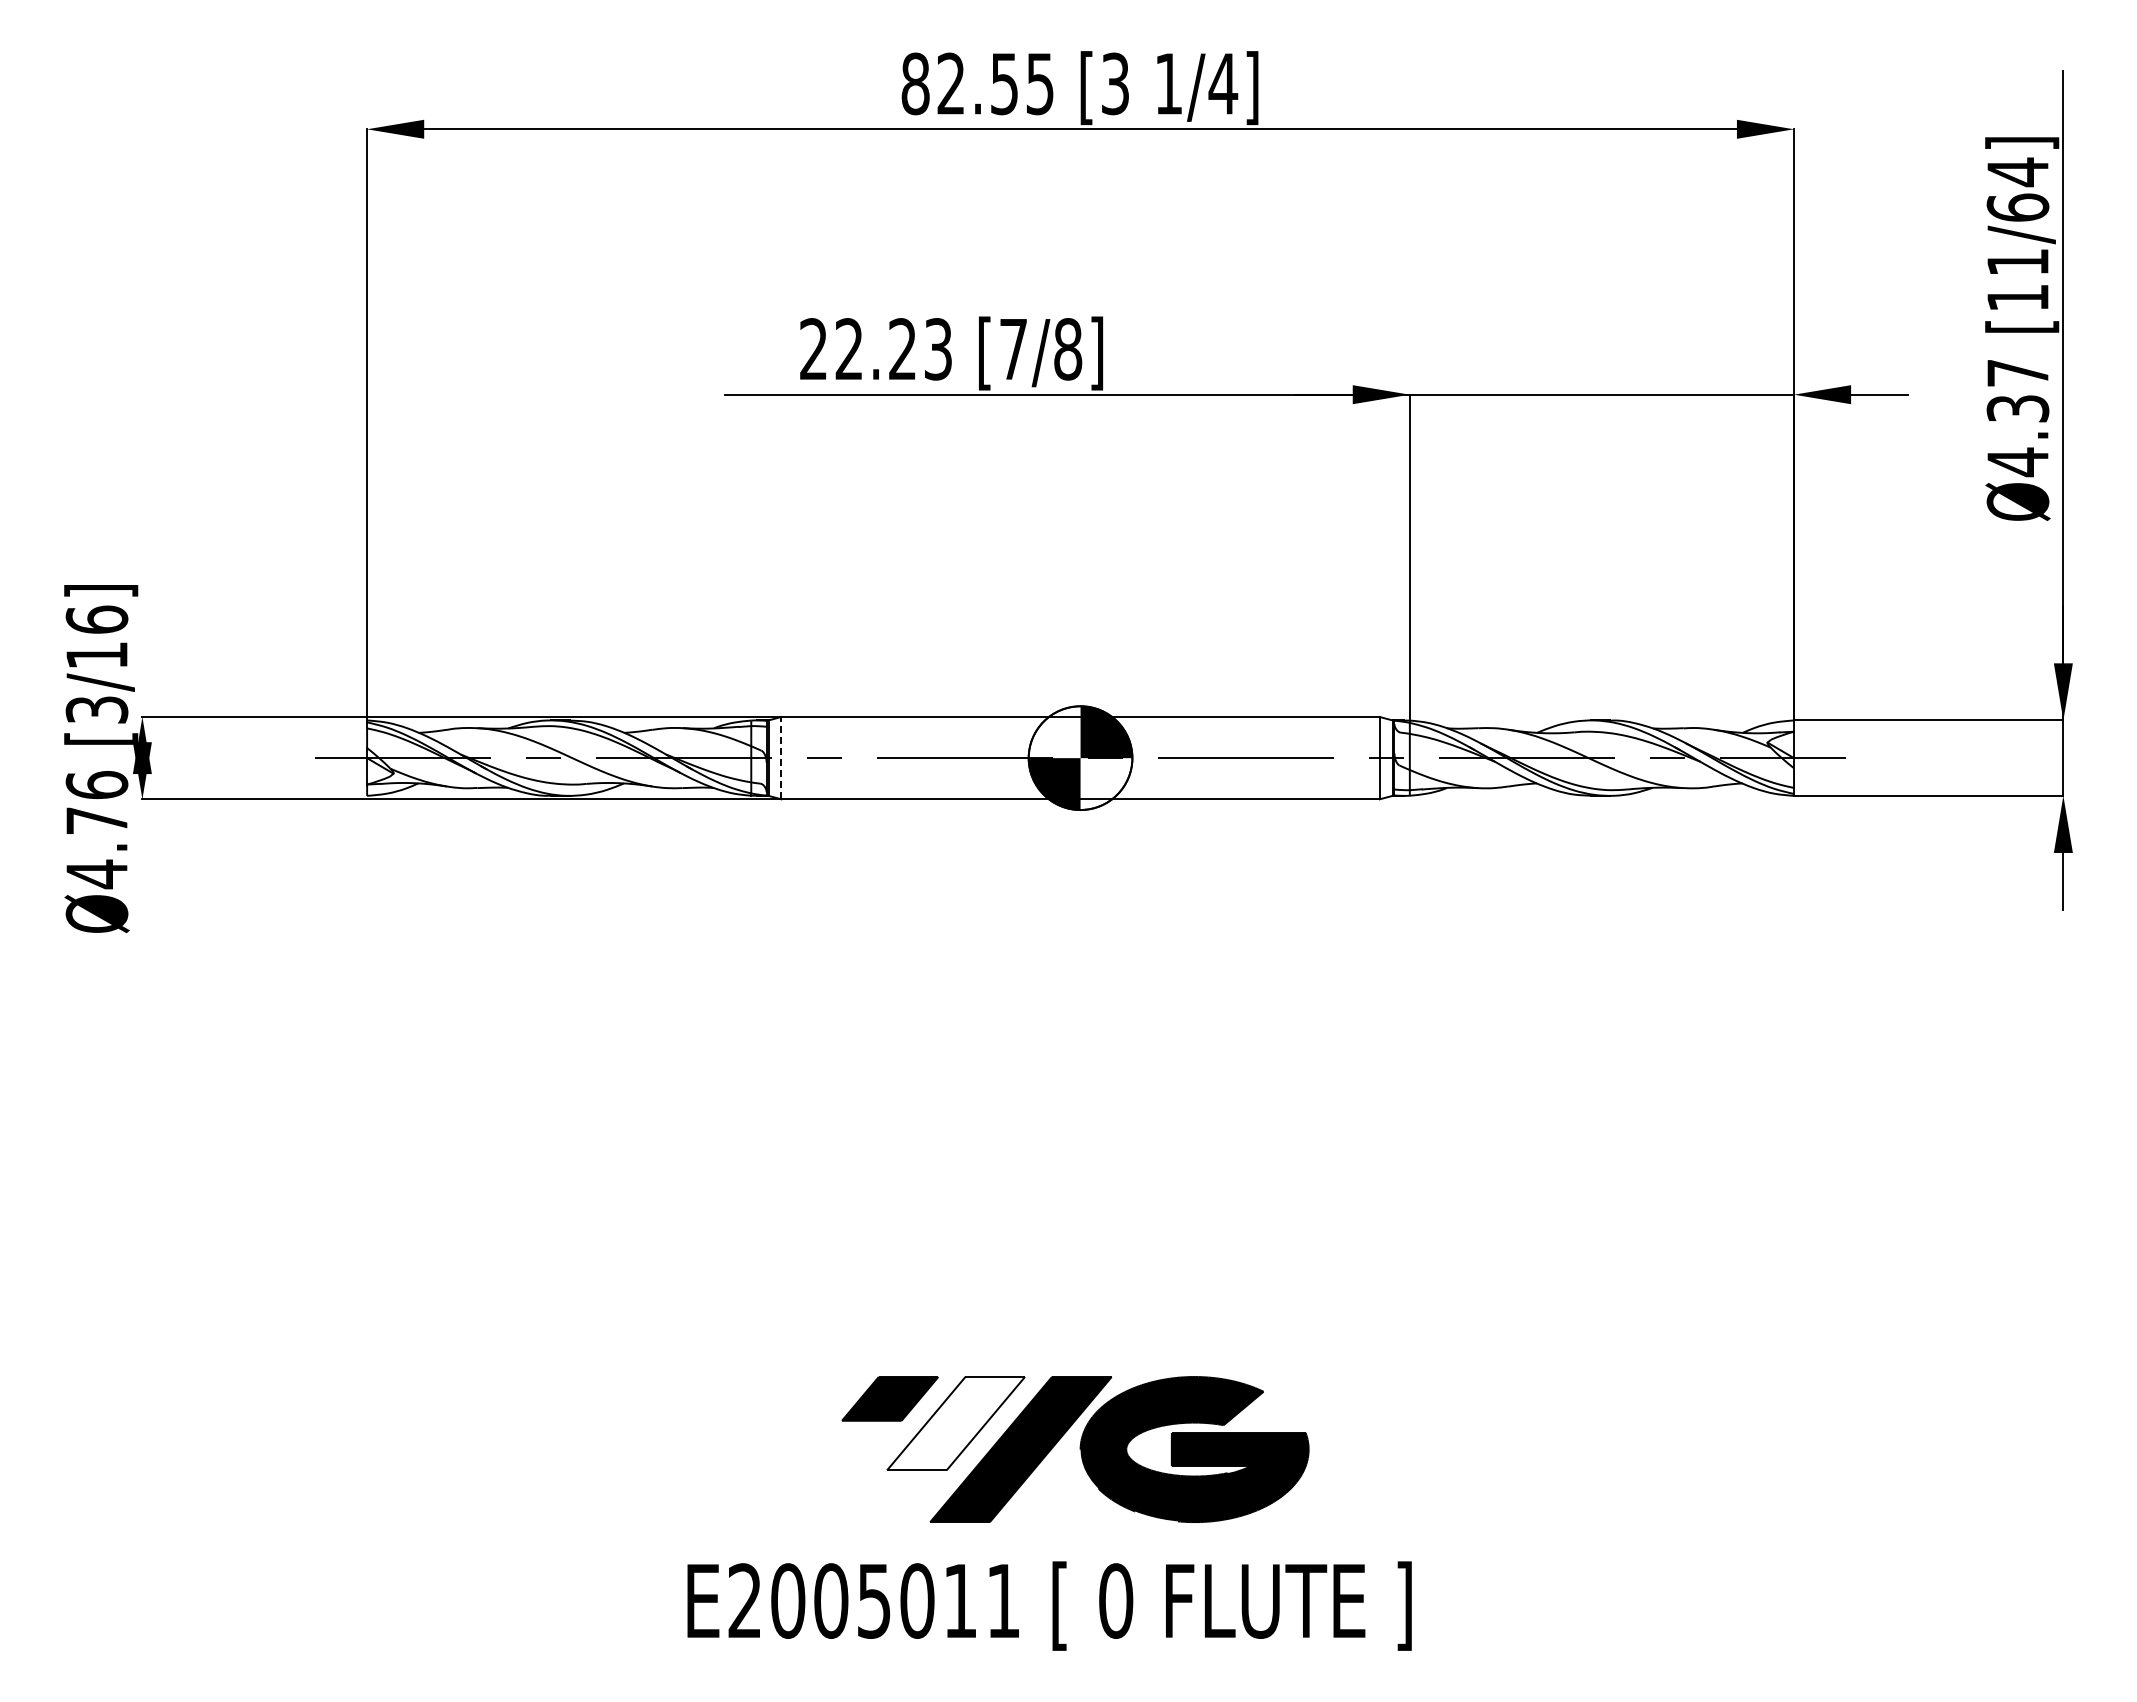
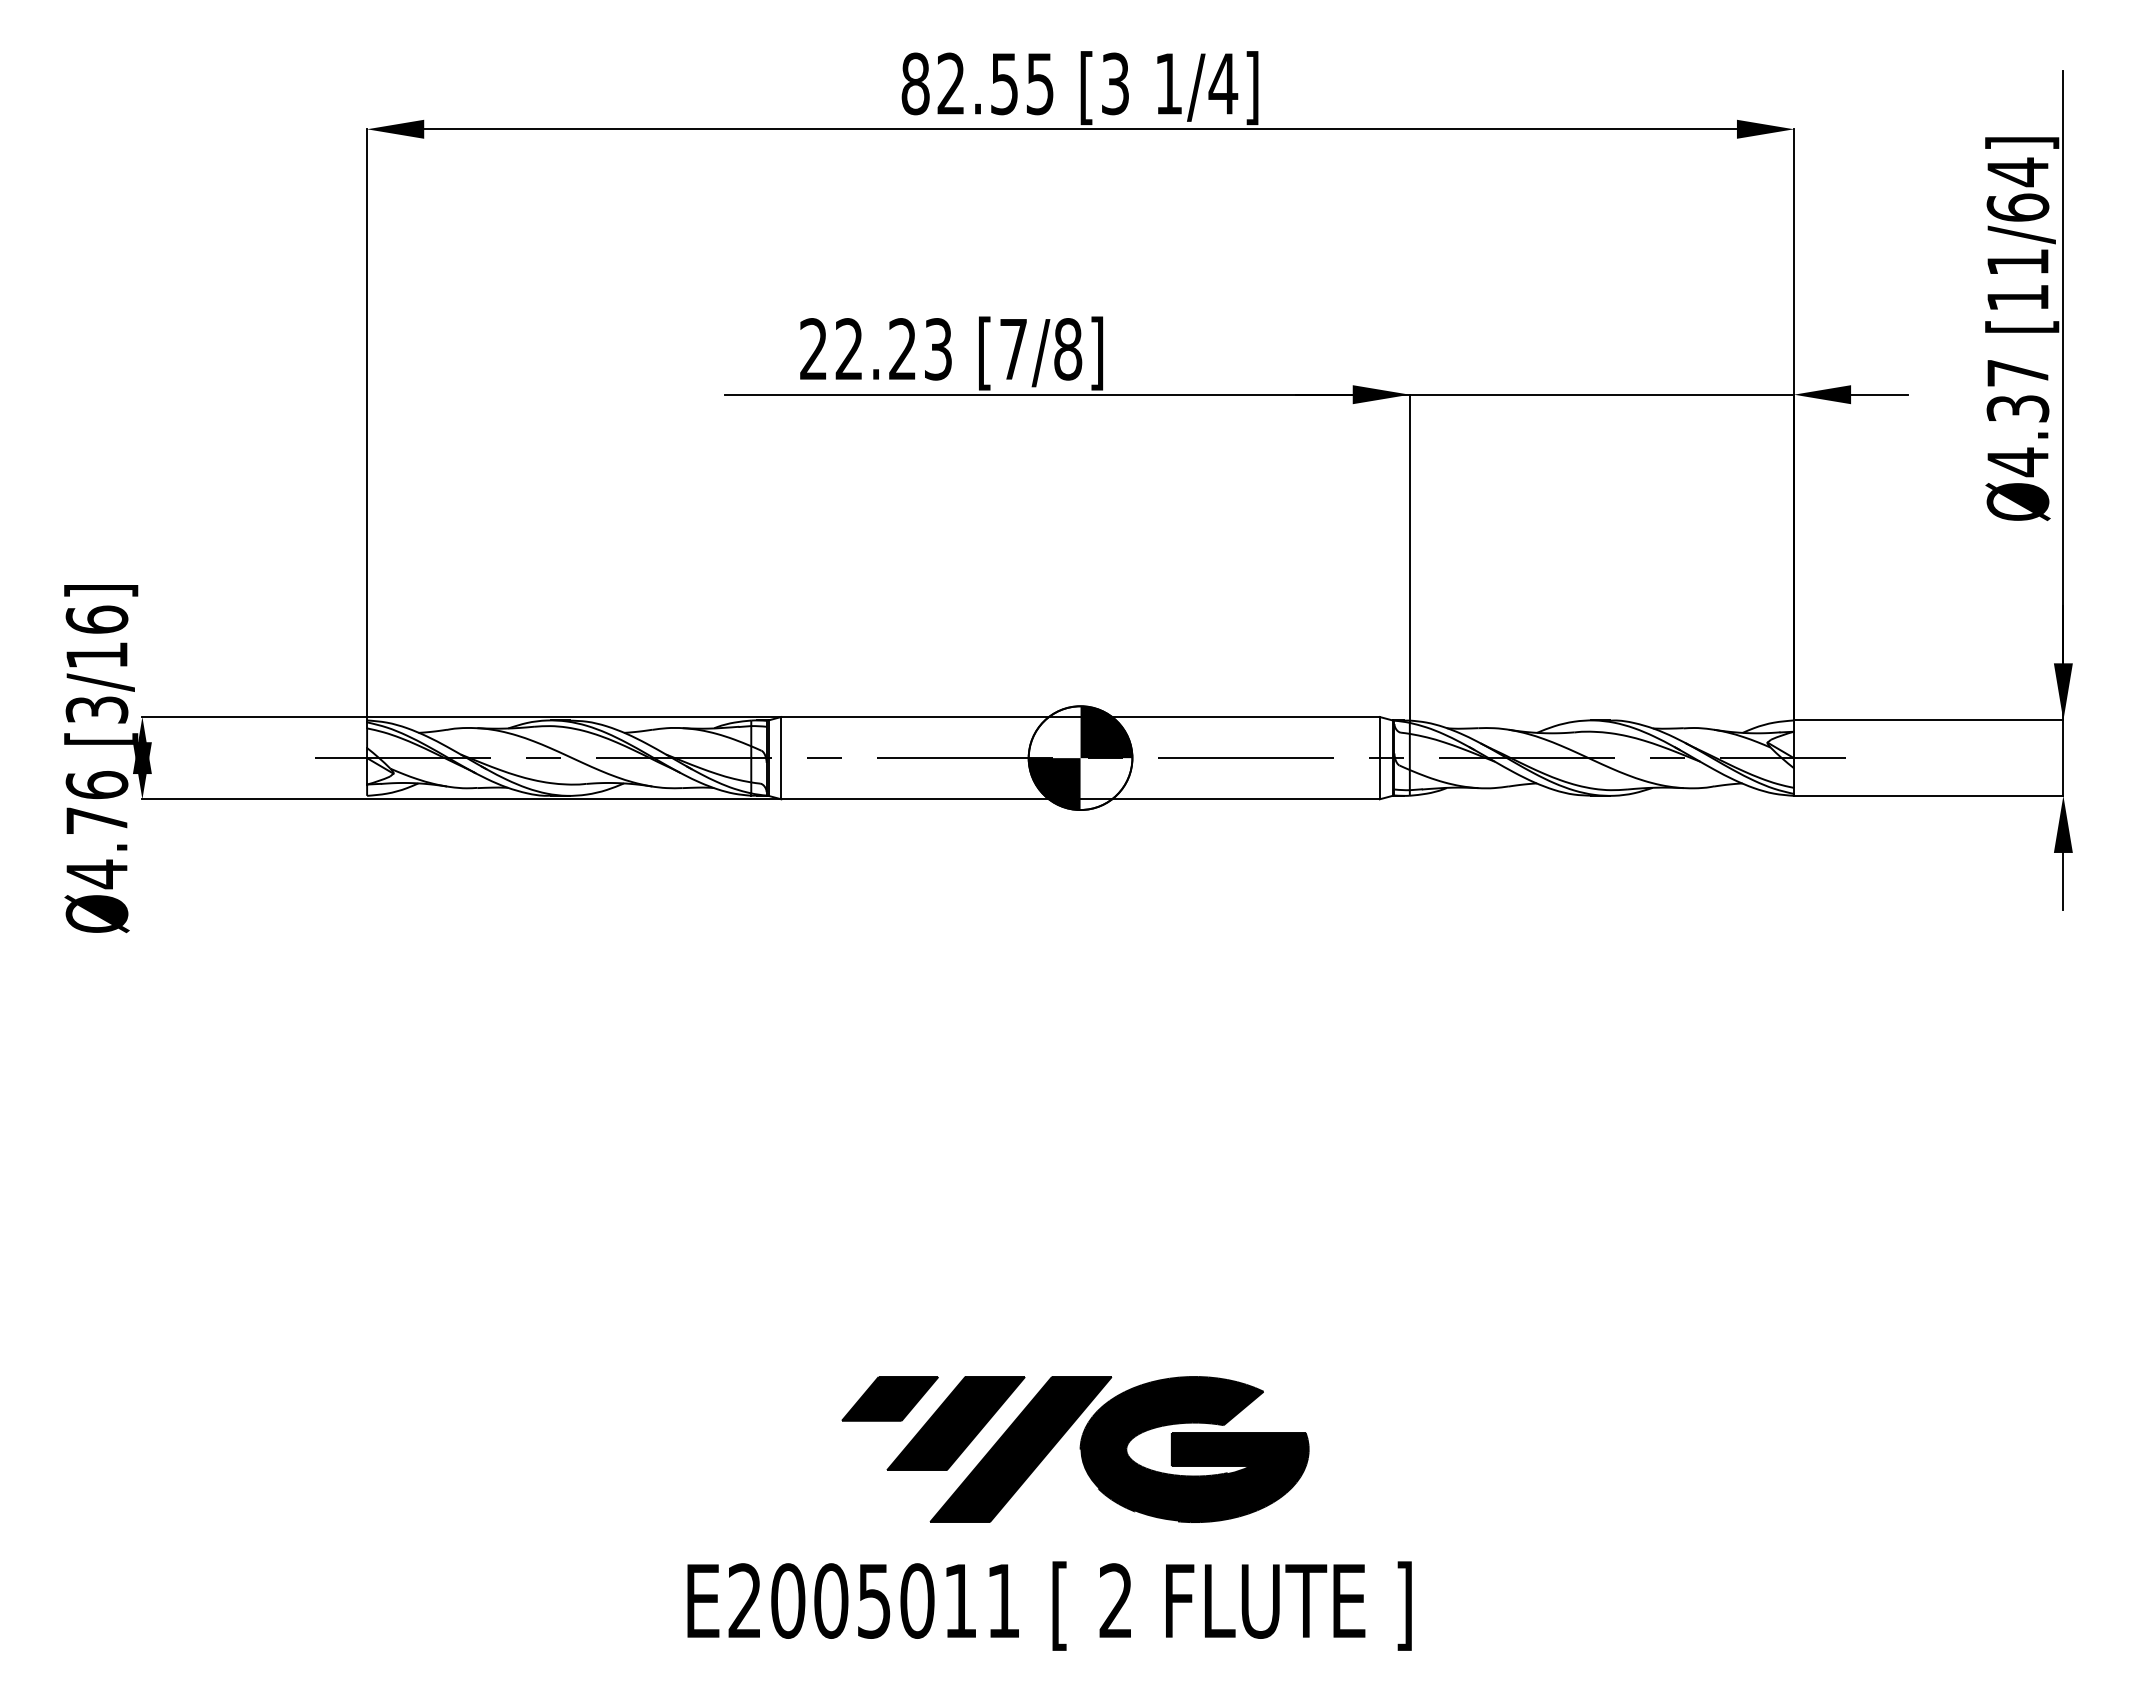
line at (781, 757): dashed -> solid
fill at (956, 1423): none -> present
text at (1116, 1600): 0 -> 2
